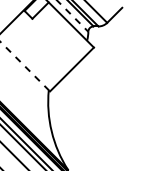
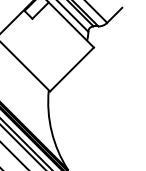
line at (72, 16): dashed -> solid
line at (25, 66): dashed -> solid
